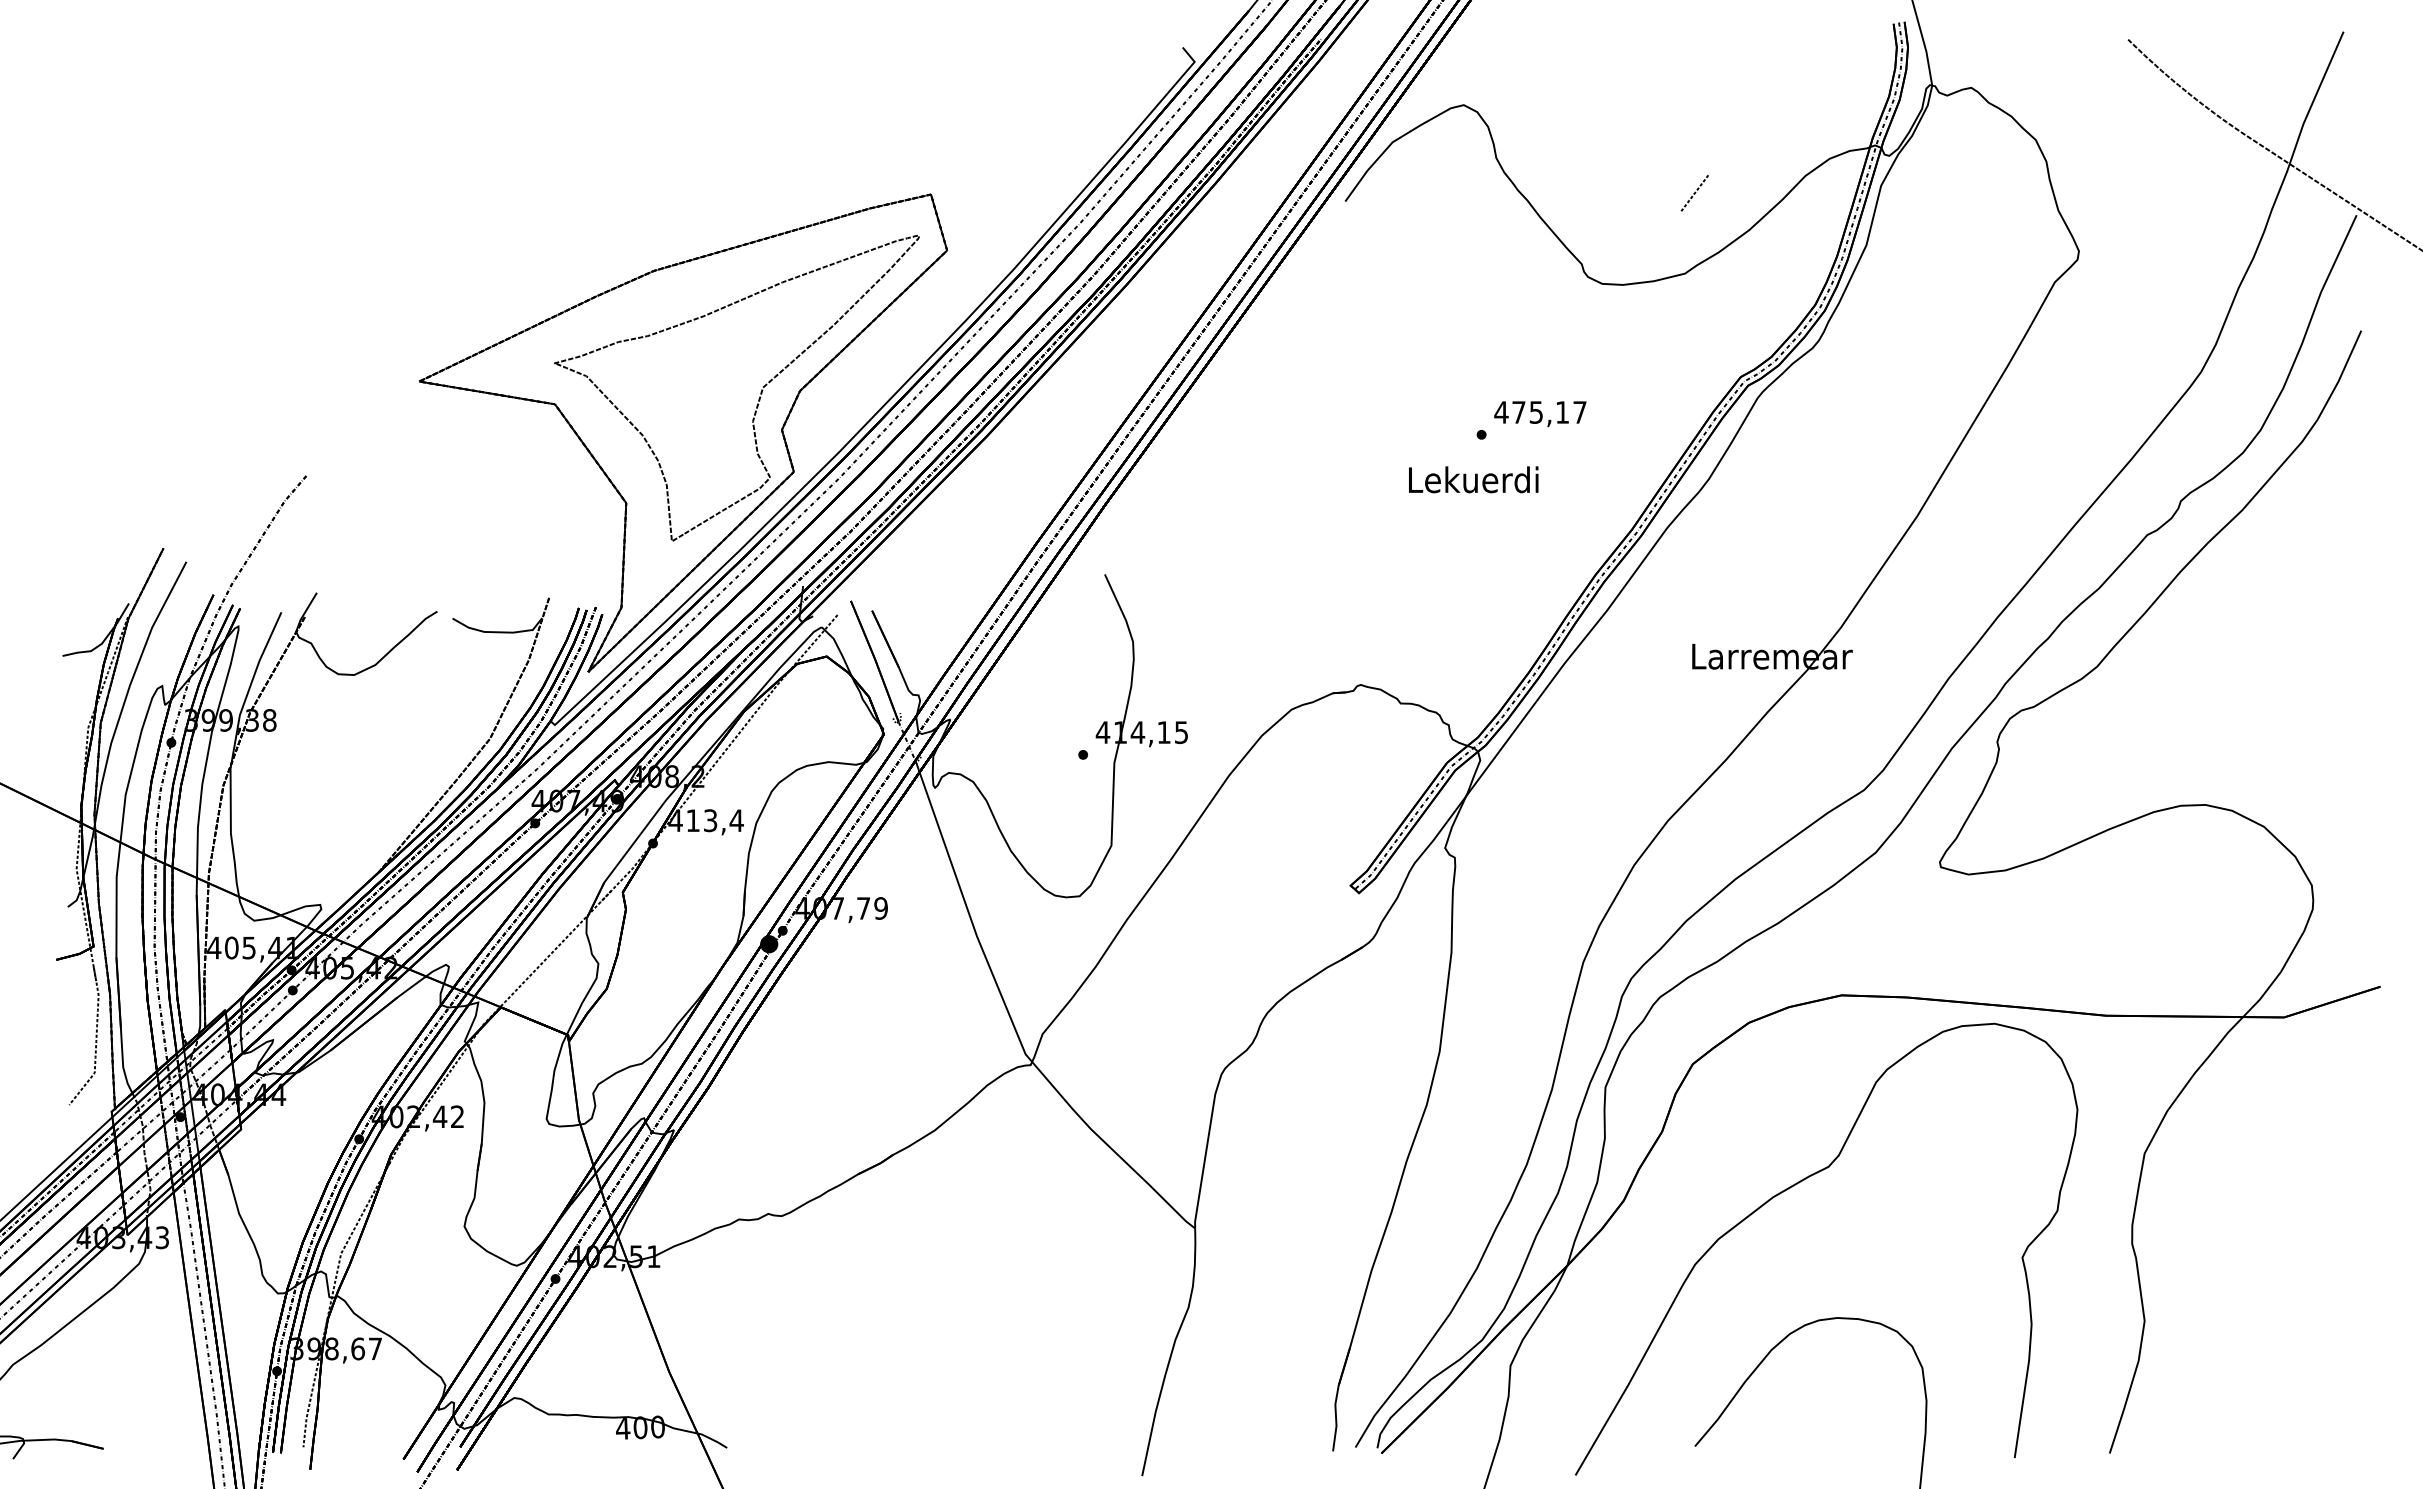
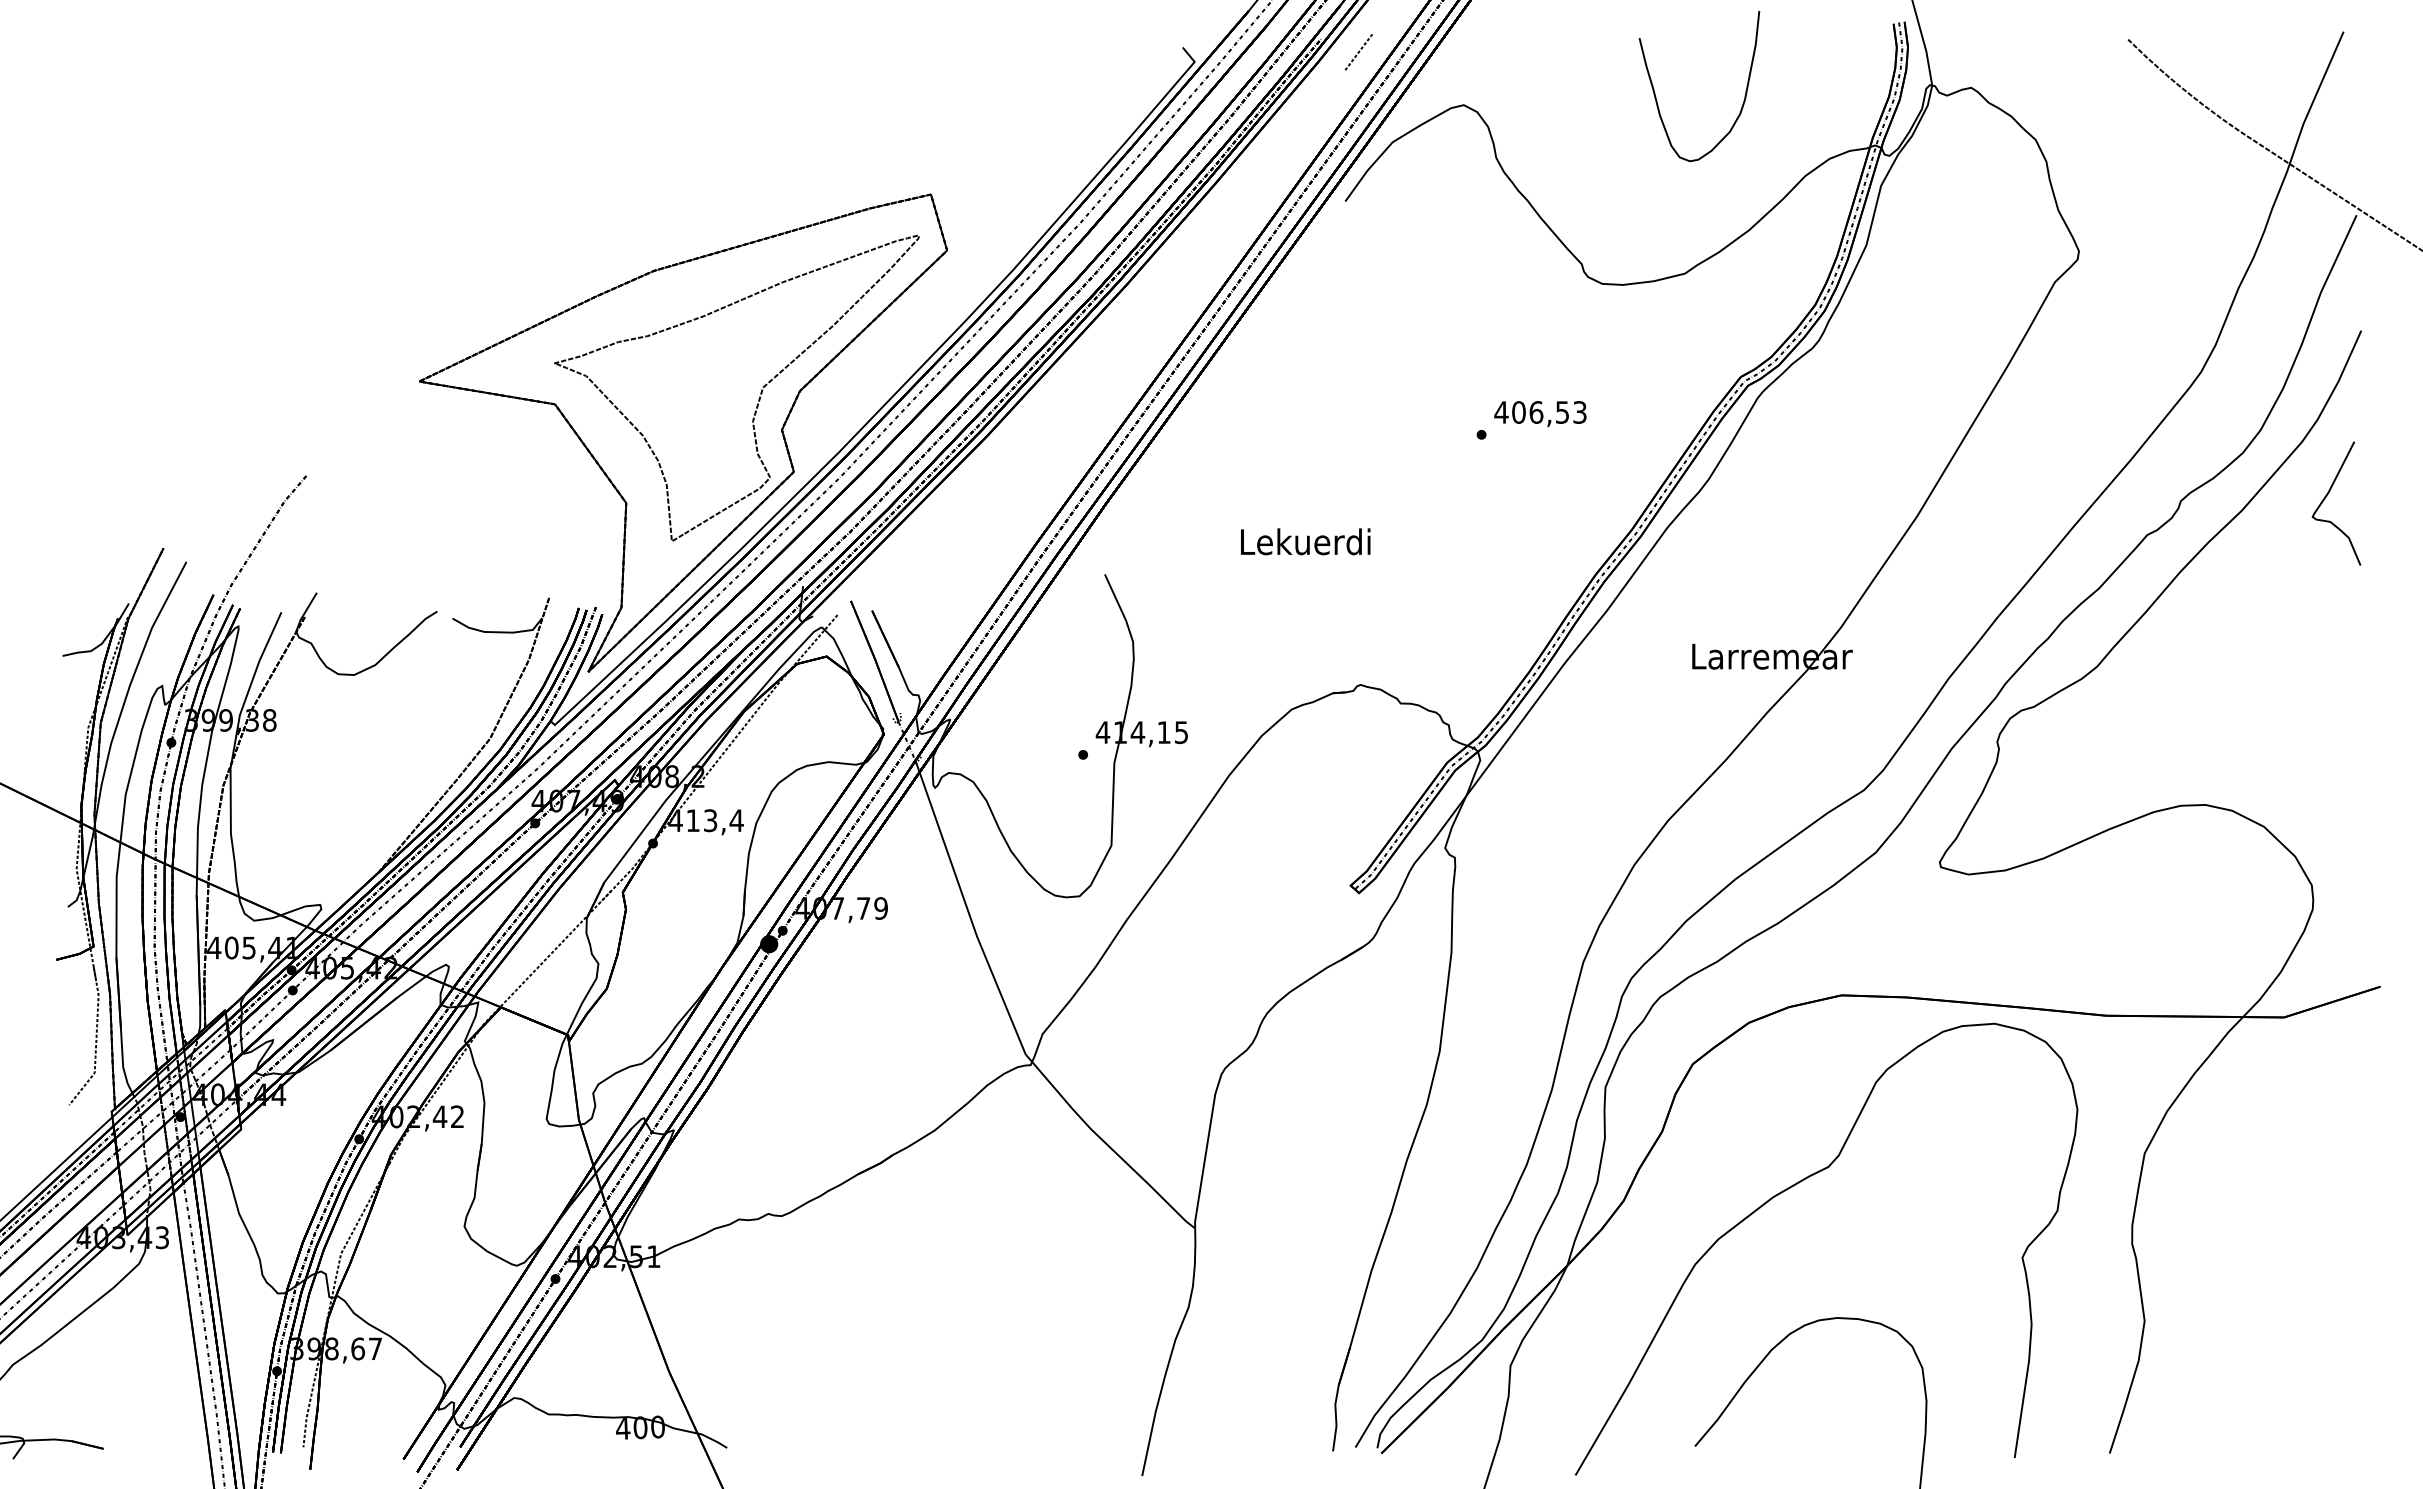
curve at (1656, 96): none -> present
line at (1694, 193) position: (1694, 193) -> (1358, 52)
text at (1549, 412): 475,17 -> 406,53
text at (1473, 479) position: (1473, 479) -> (1305, 541)
curve at (2326, 497): none -> present
